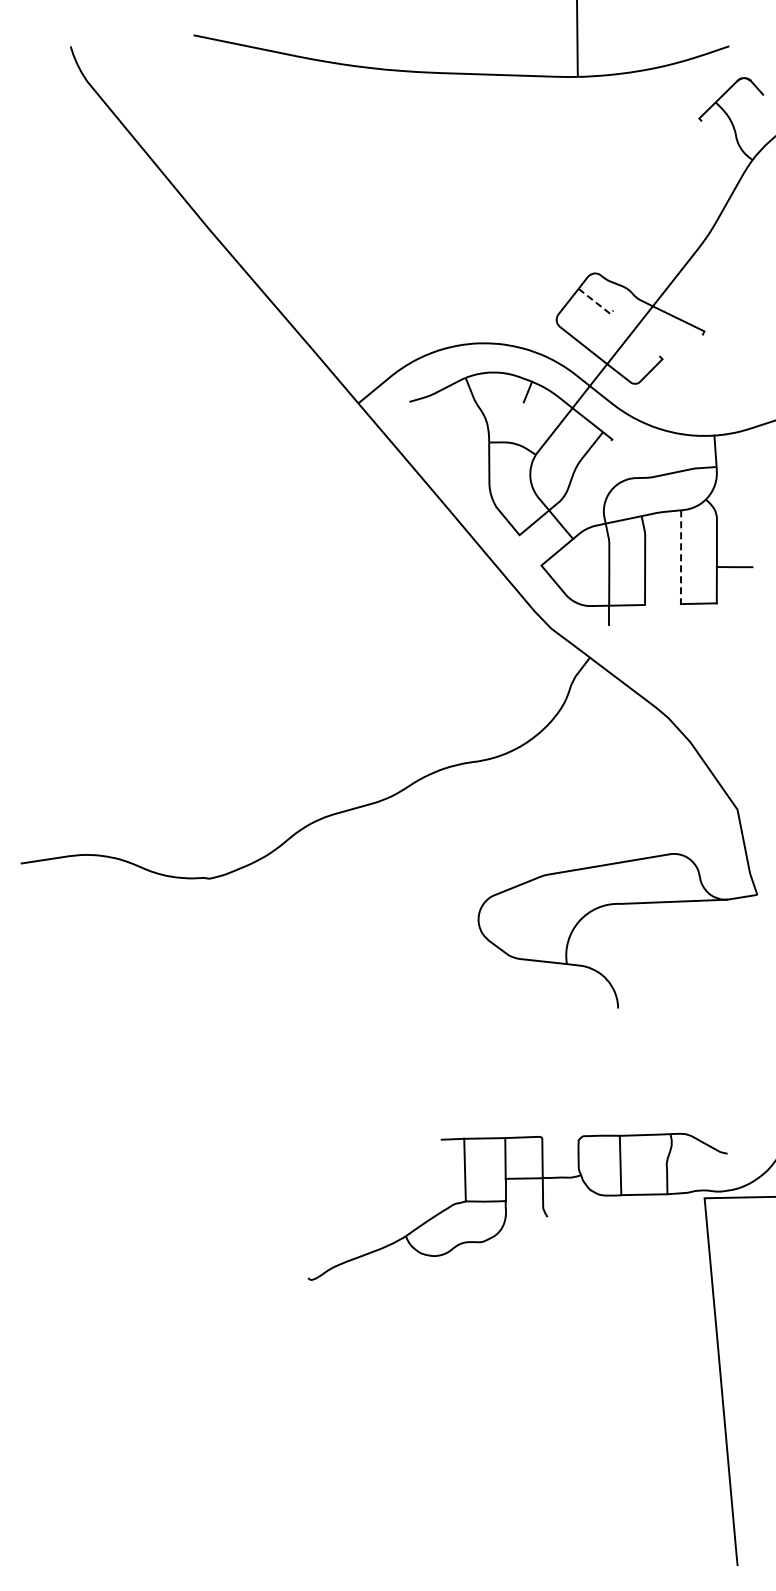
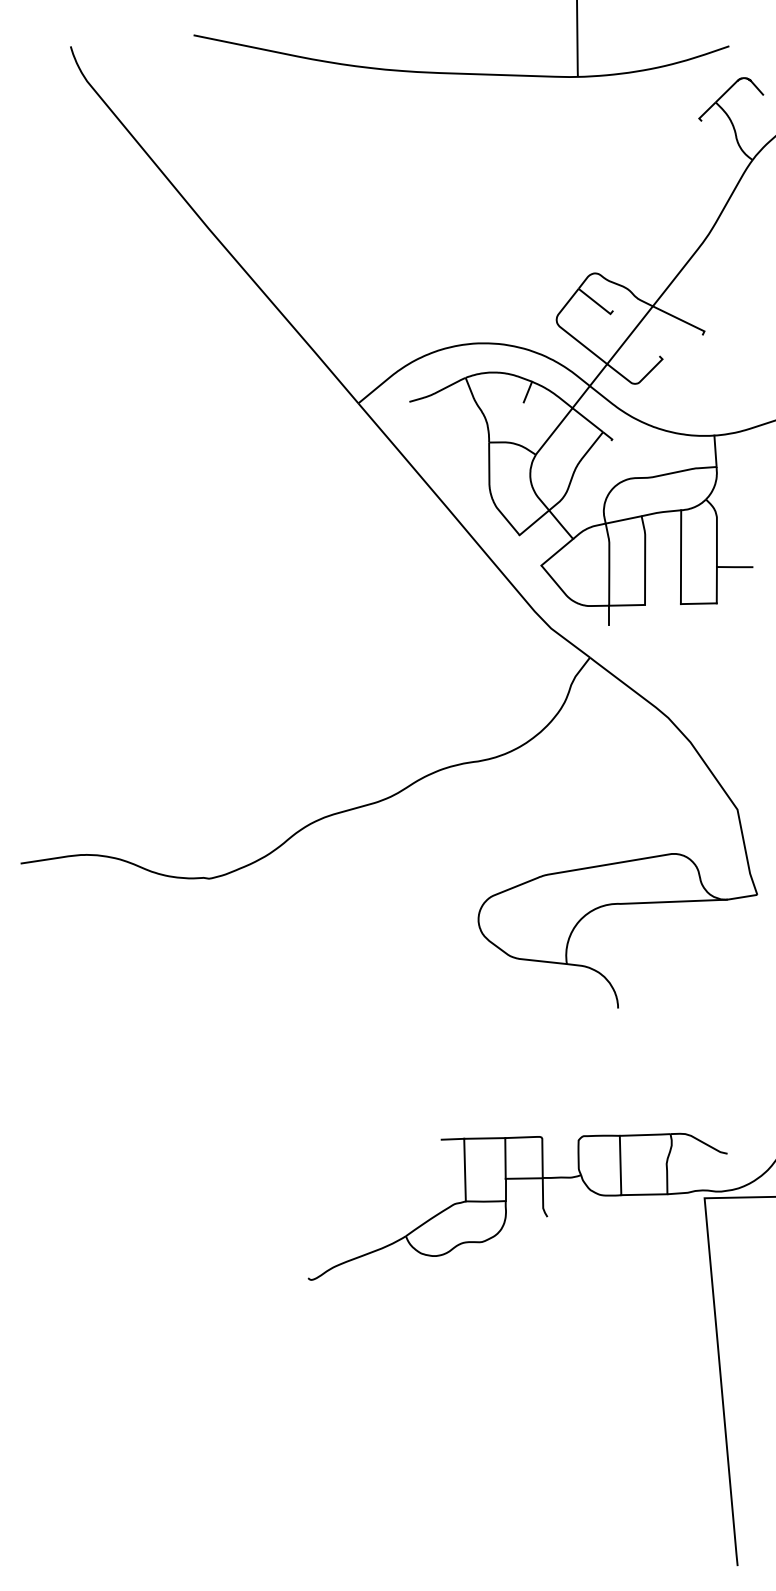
line at (597, 303): dashed -> solid
line at (681, 557): dashed -> solid
